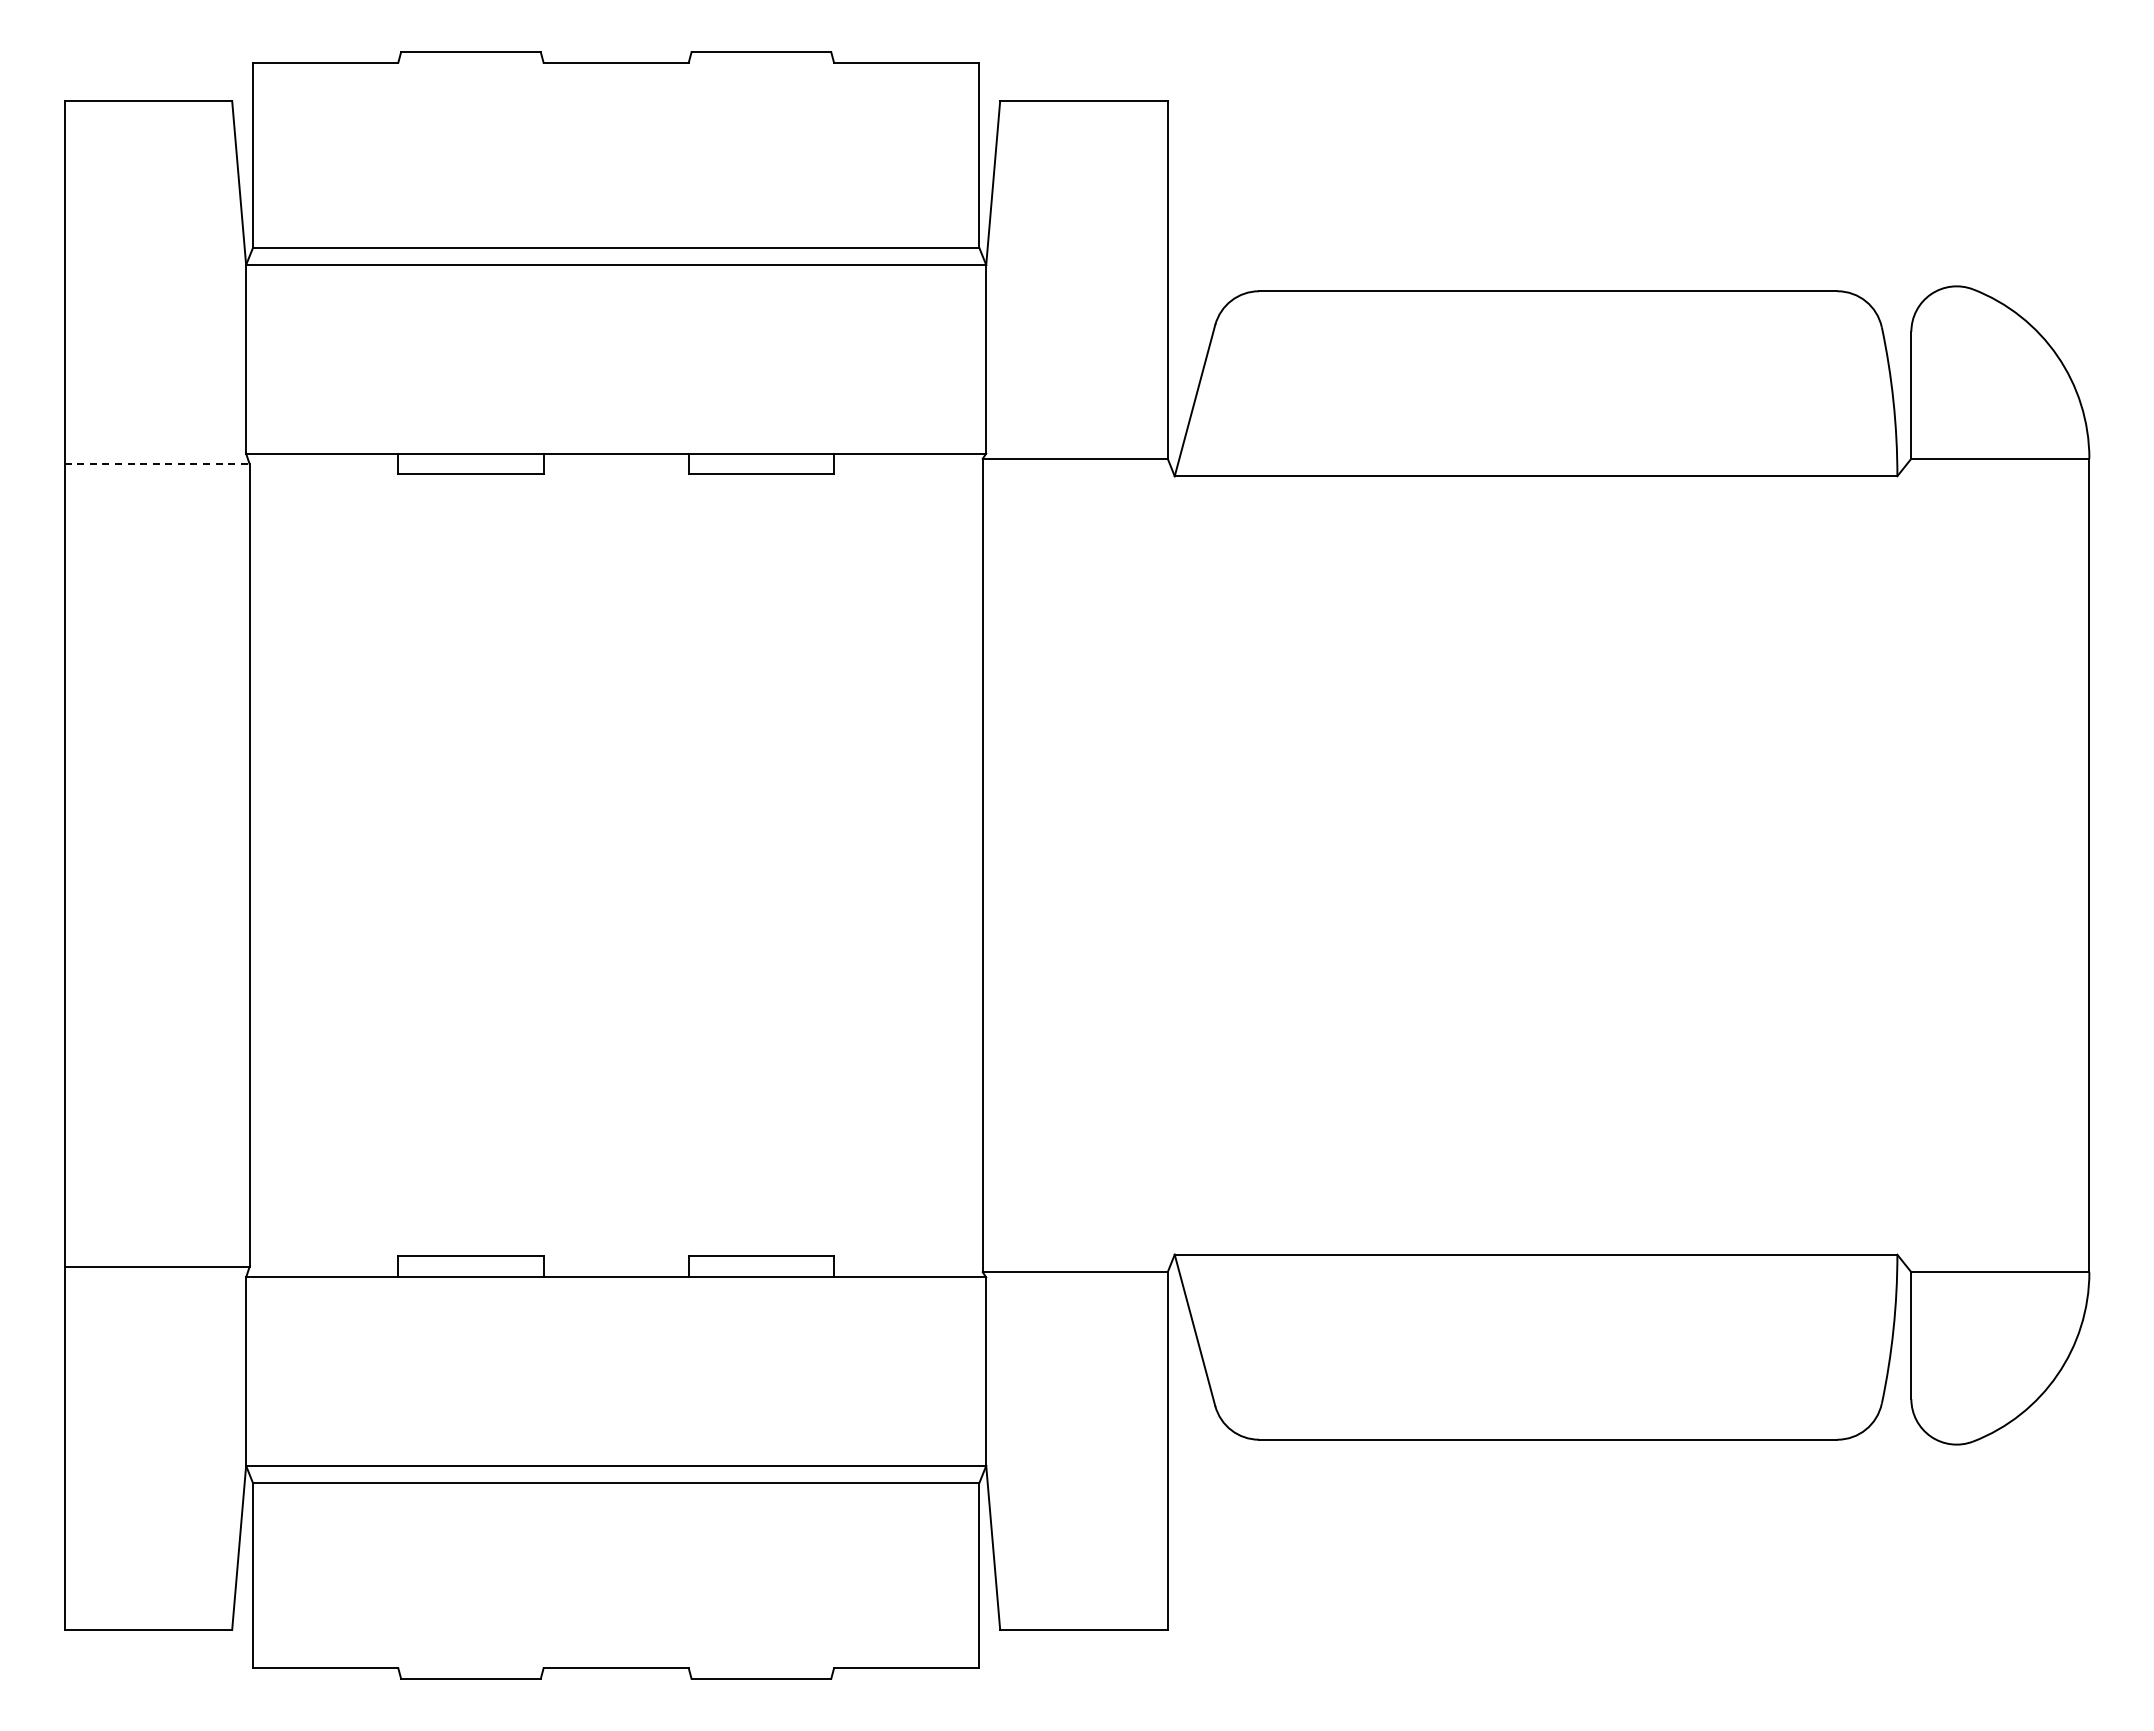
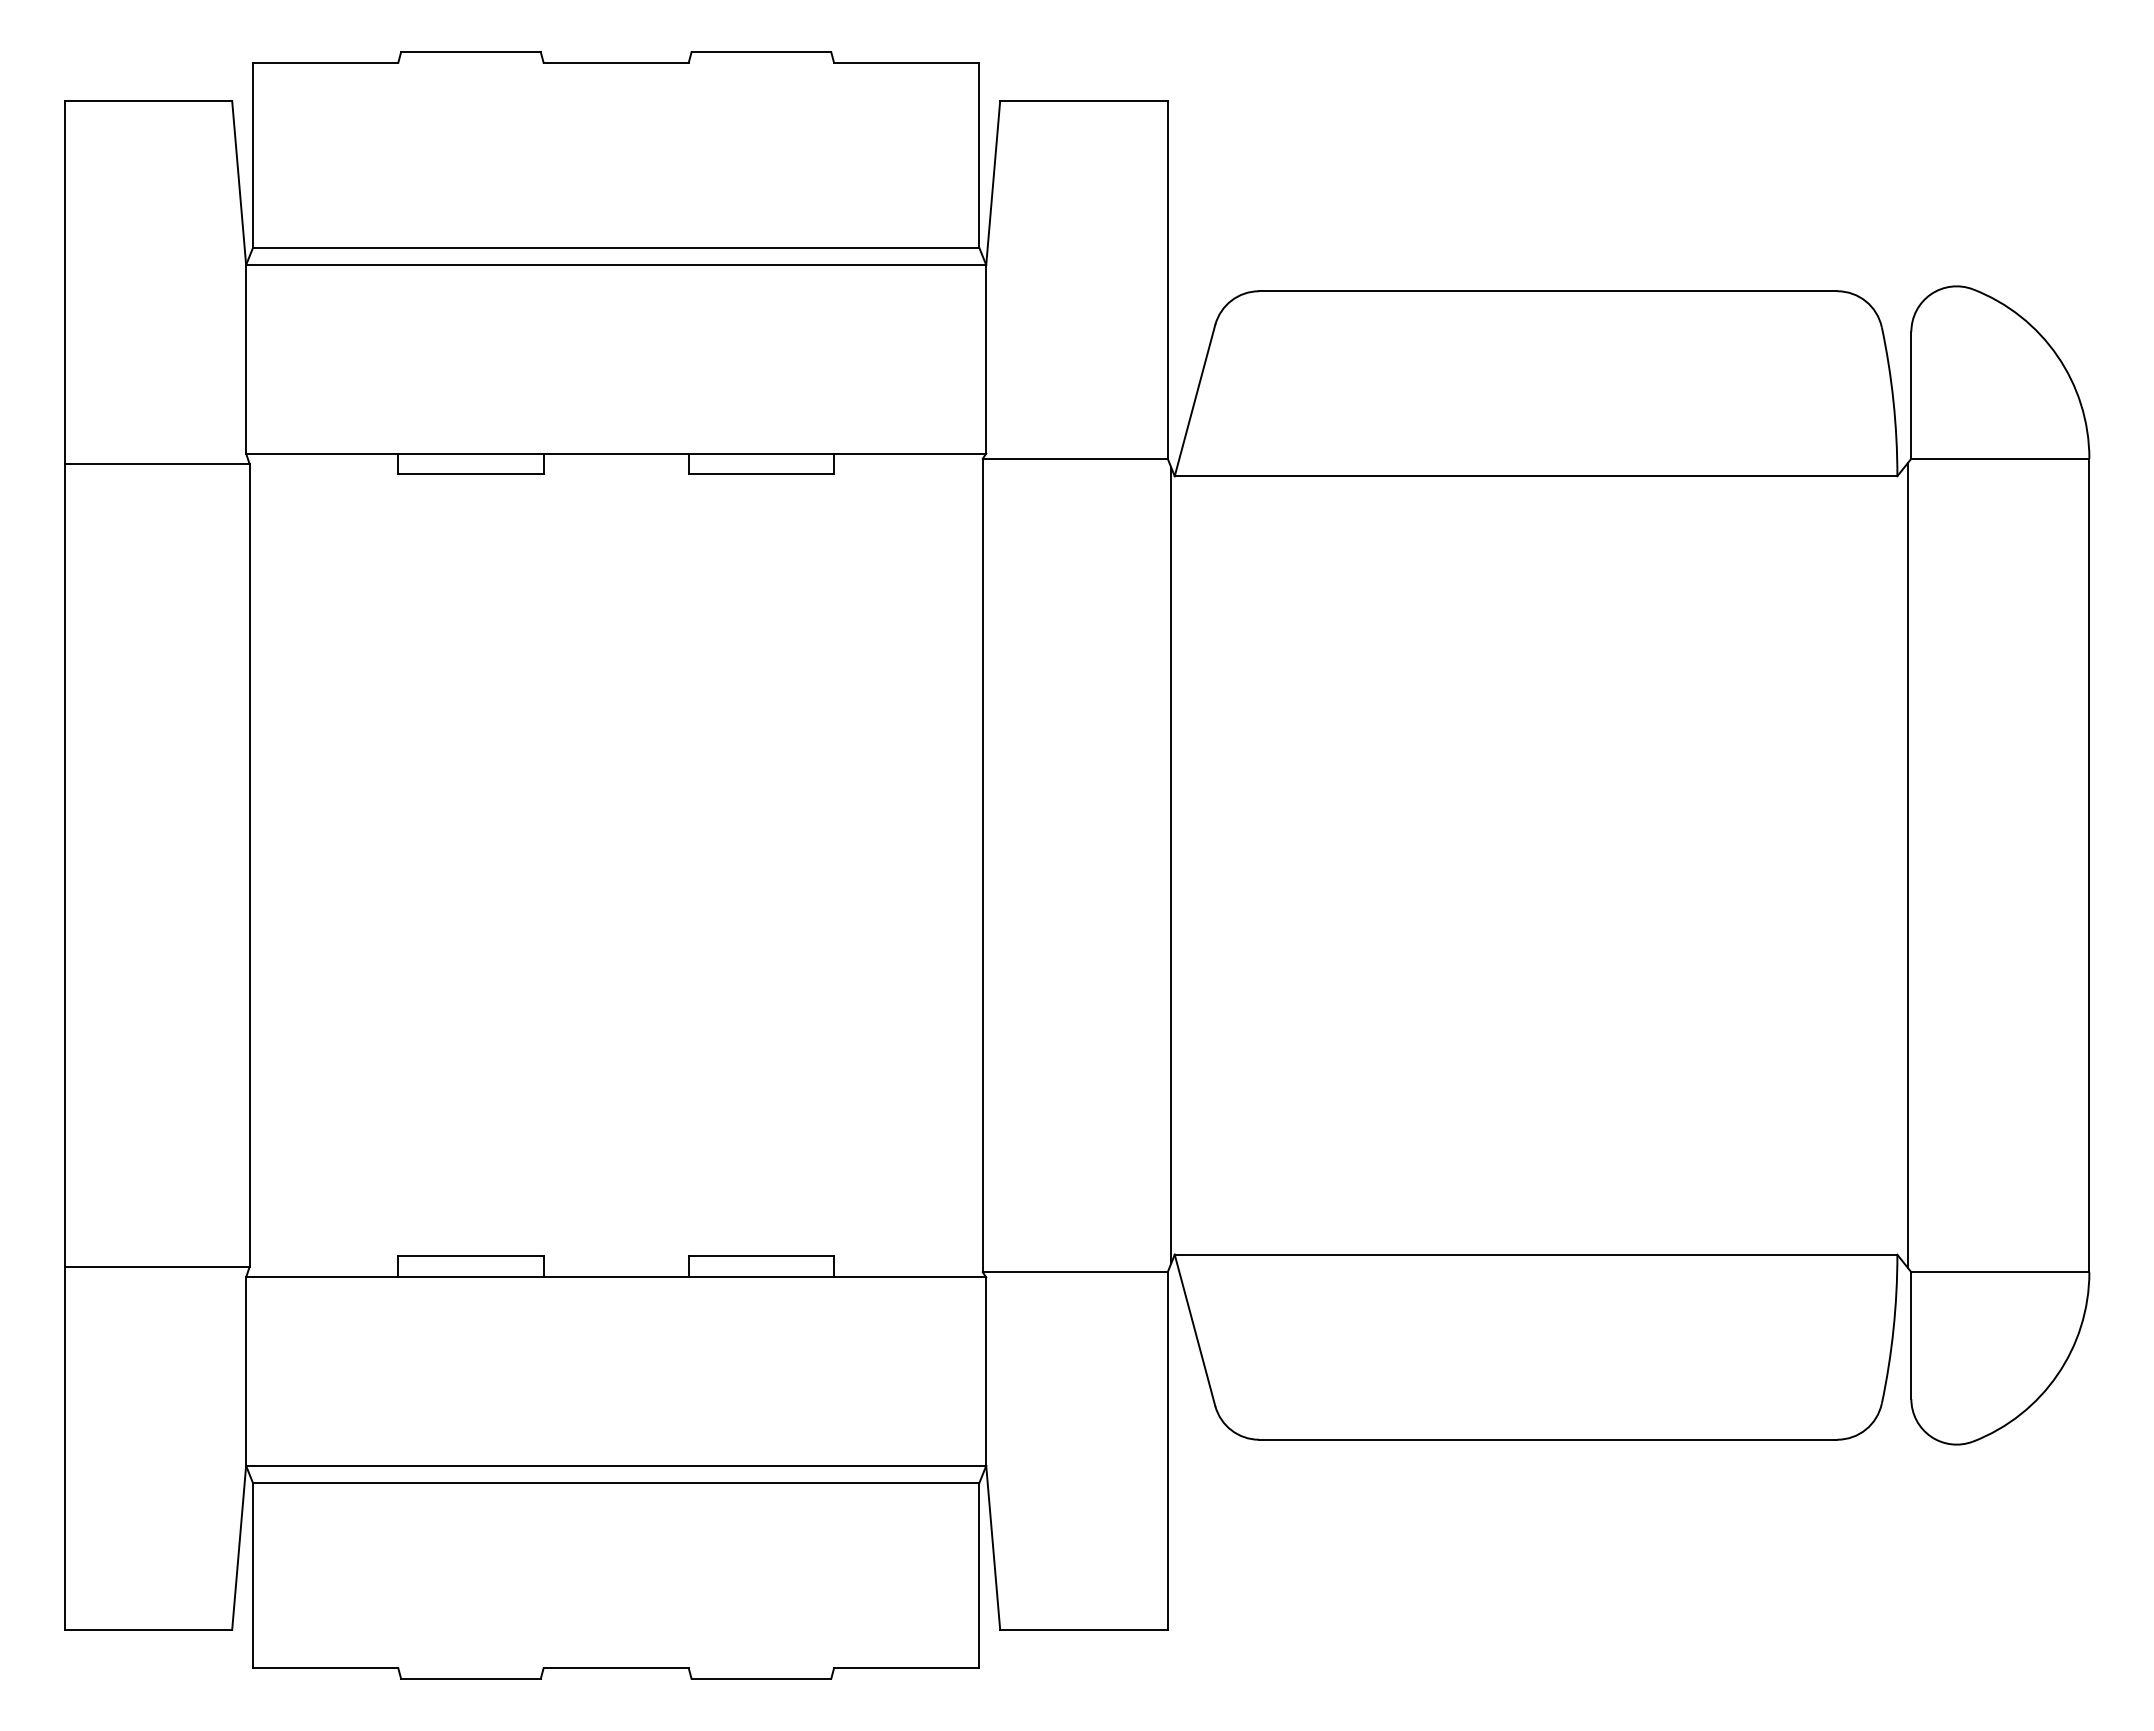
line at (157, 464): dashed -> solid
line at (1171, 865): none -> present
line at (1907, 865): none -> present
